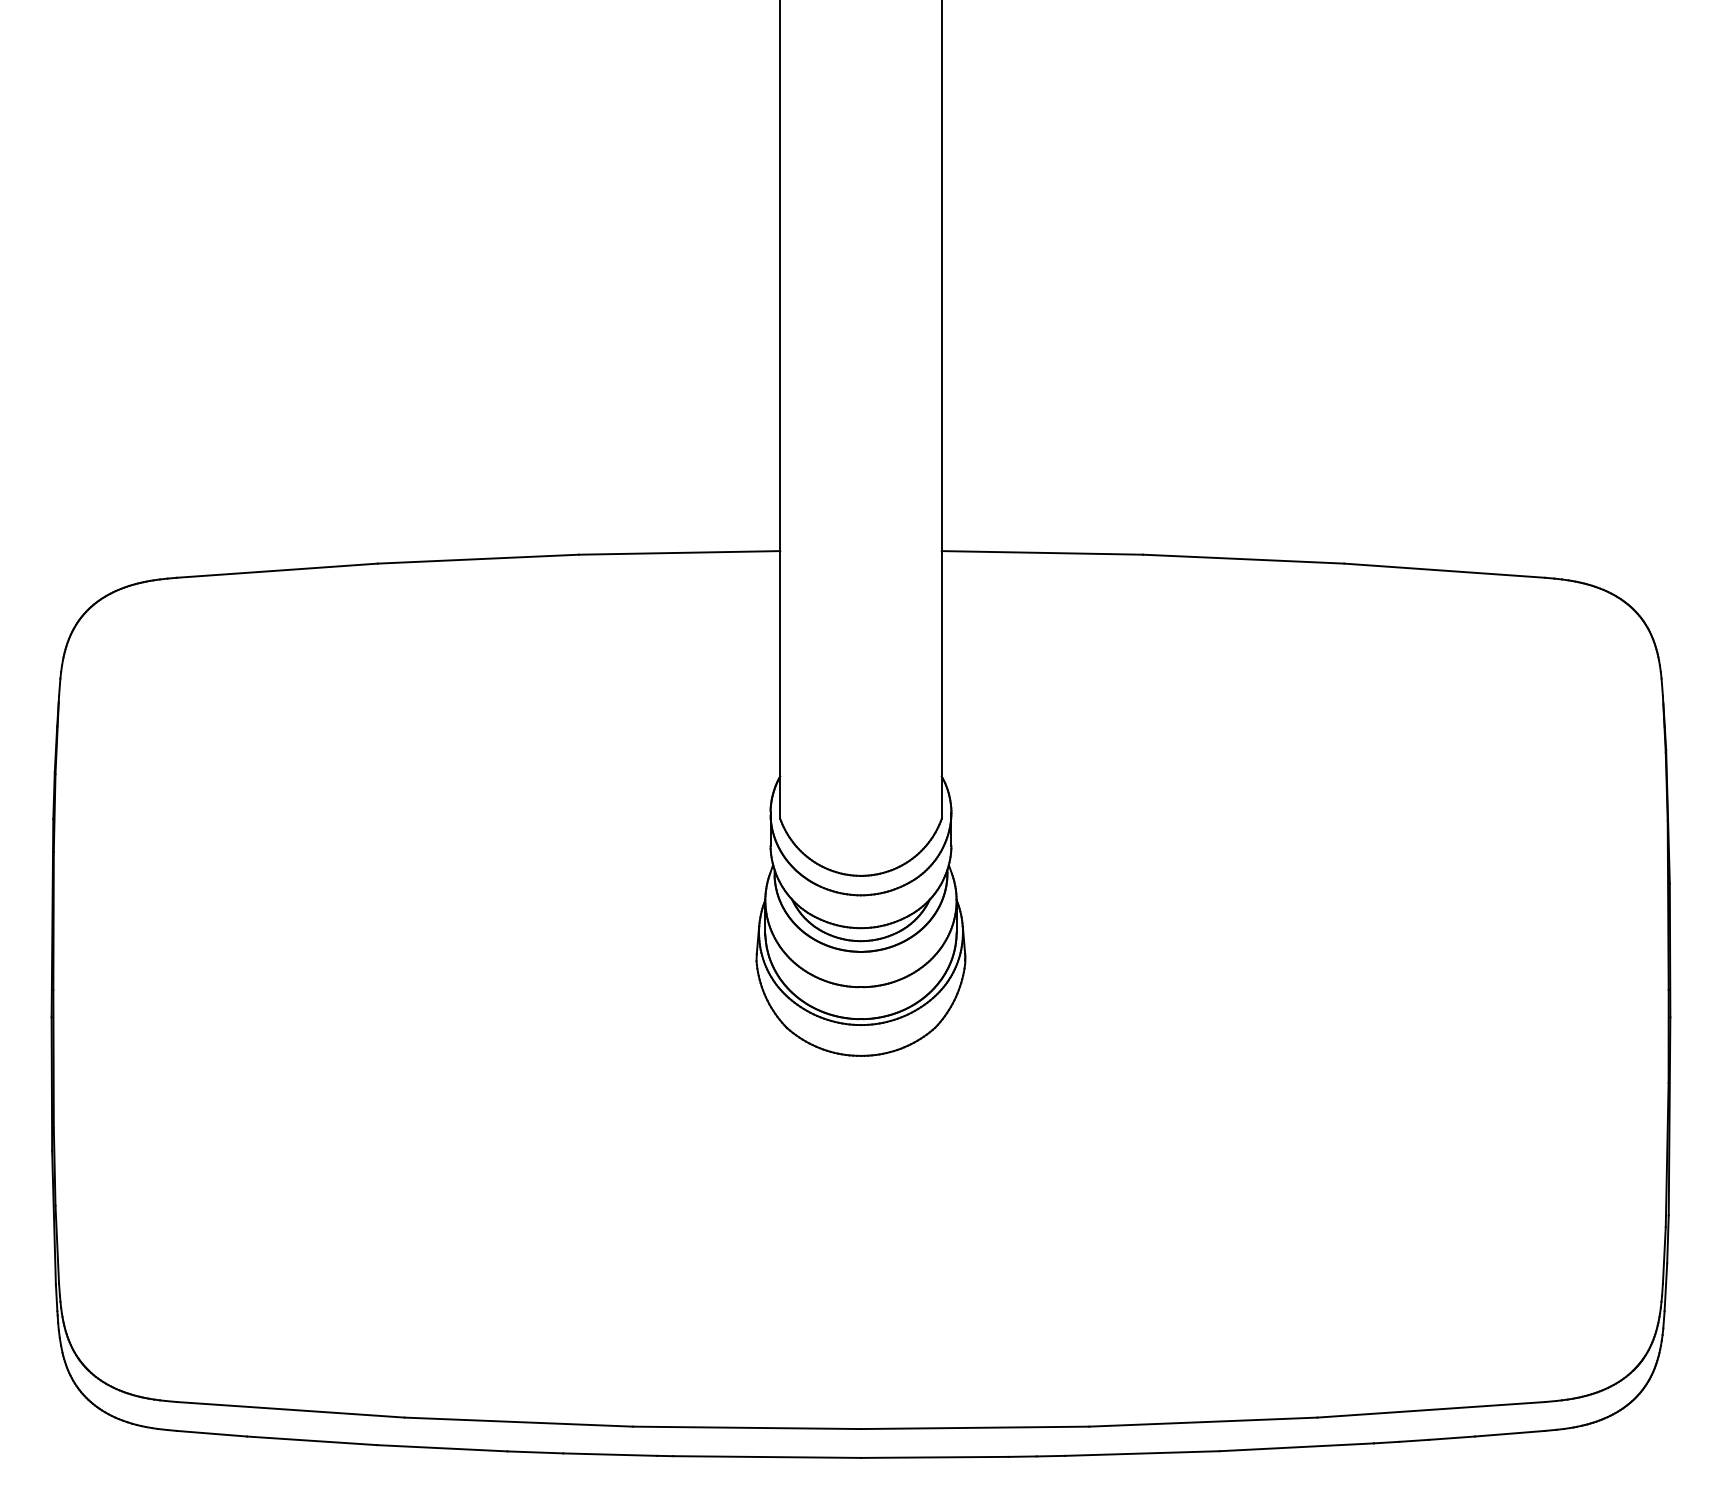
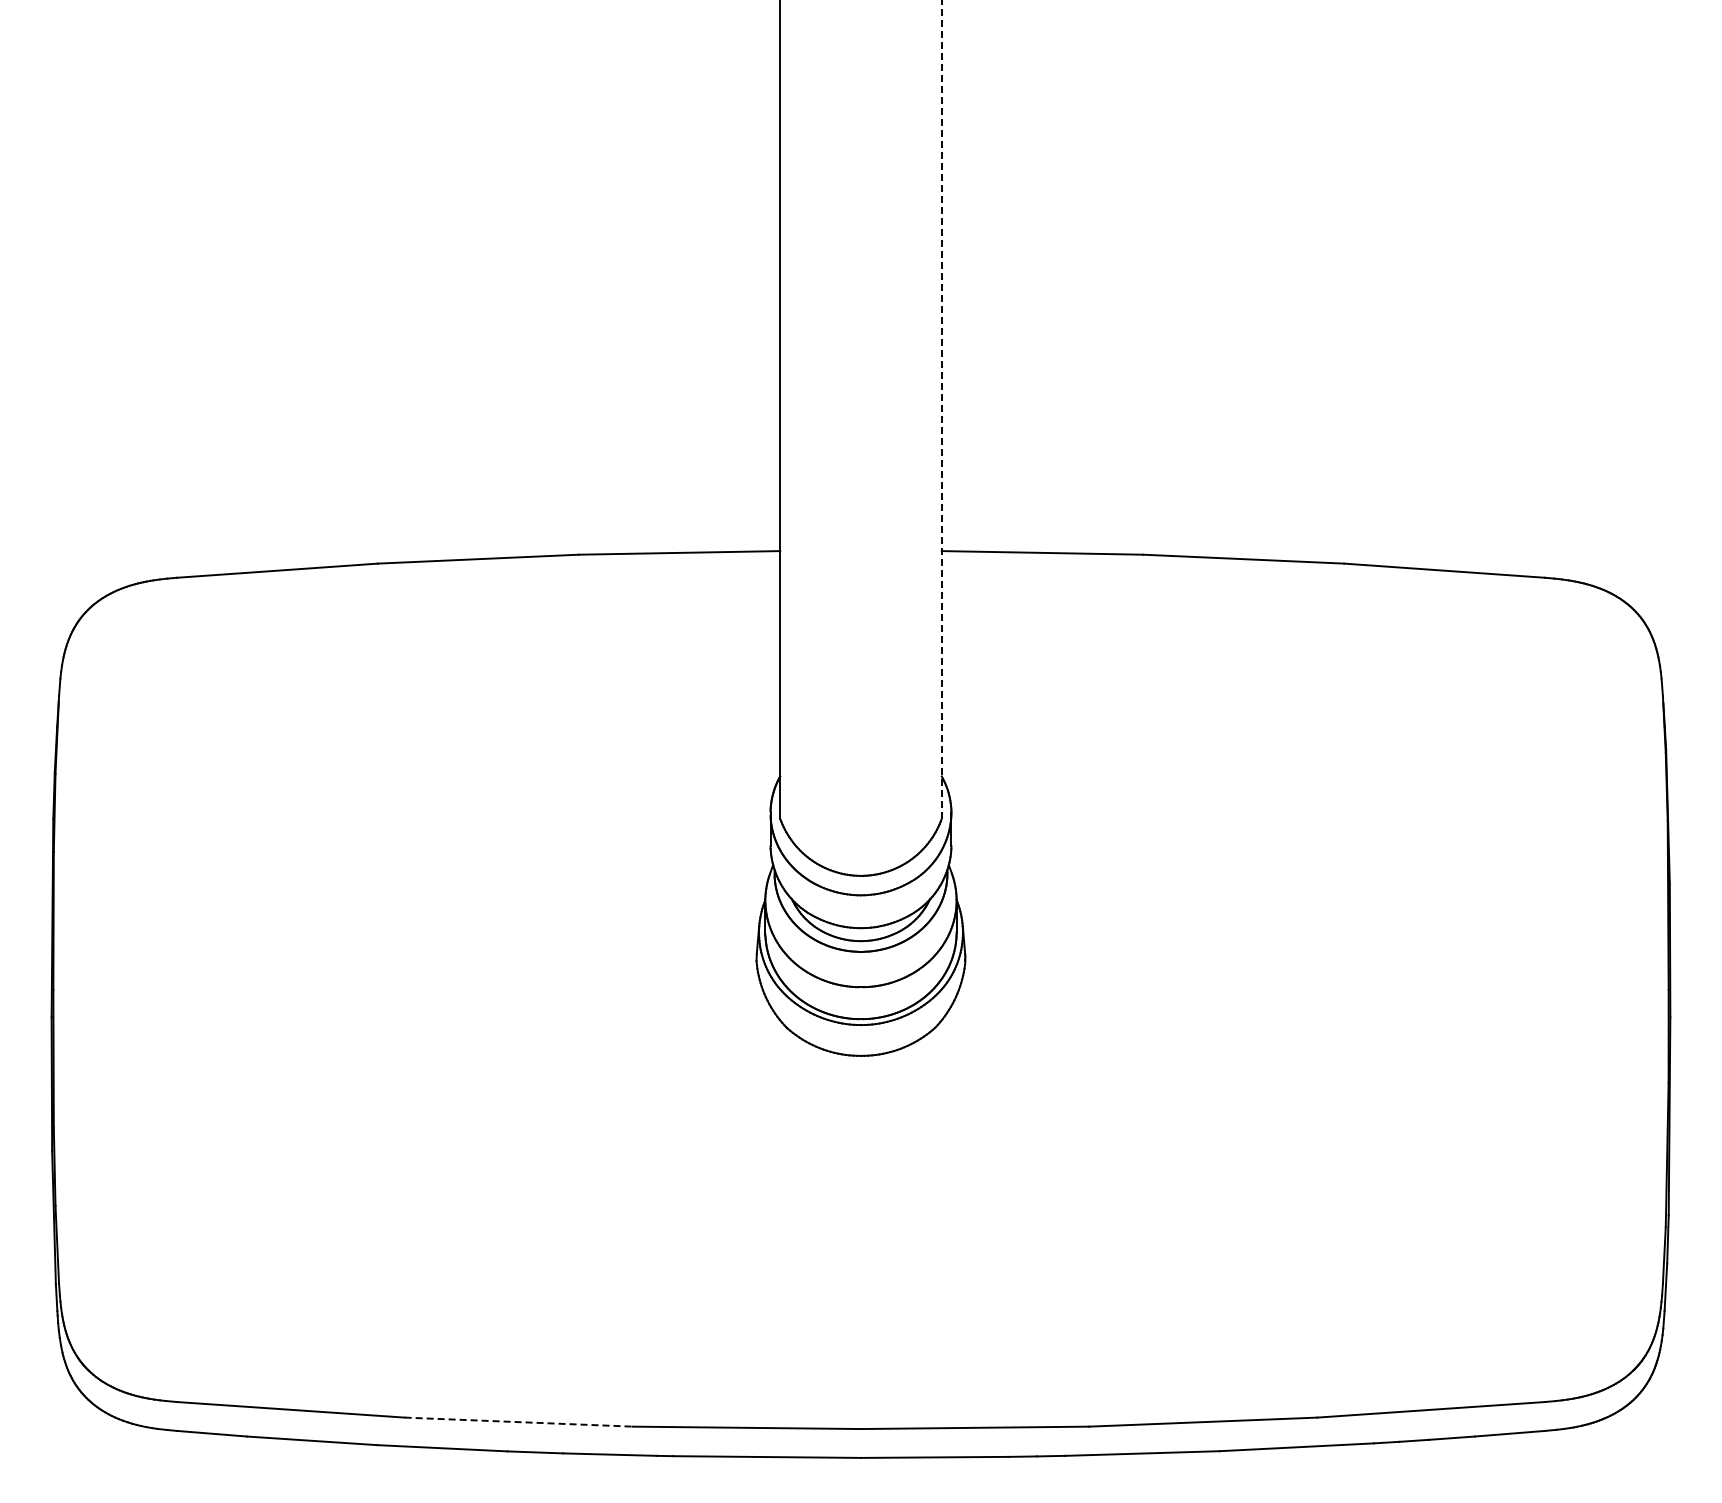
line at (941, 409): solid -> dashed
line at (519, 1422): solid -> dashed
